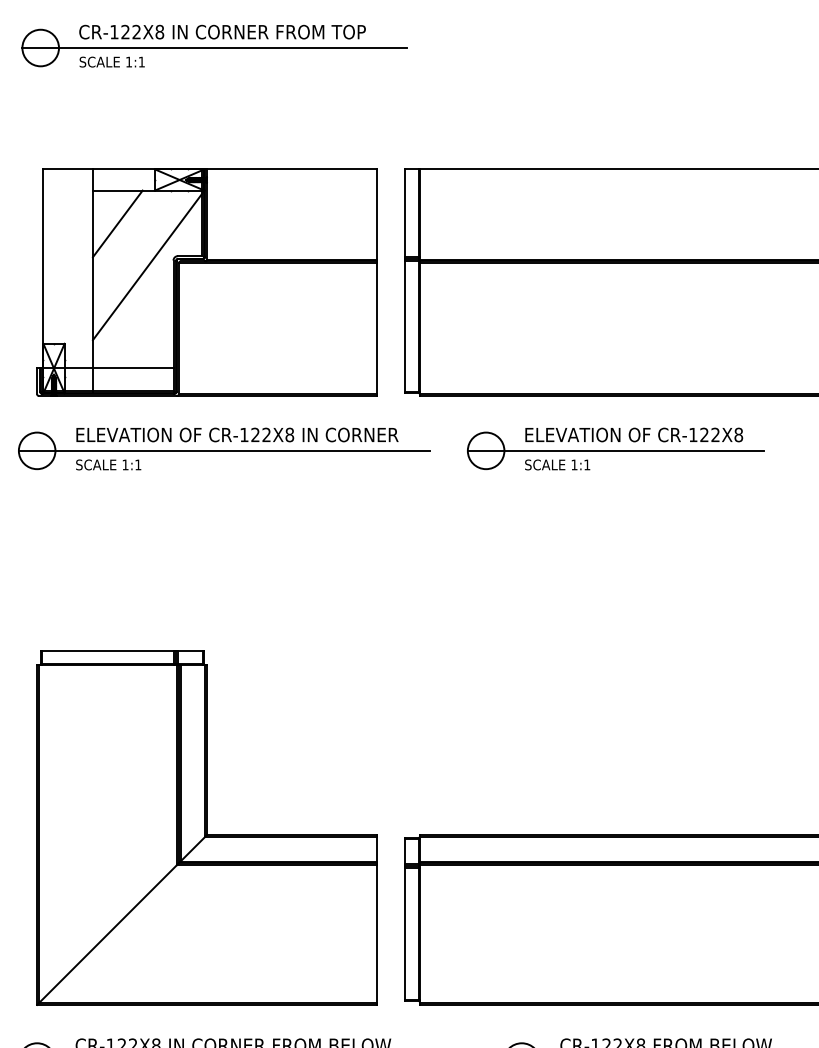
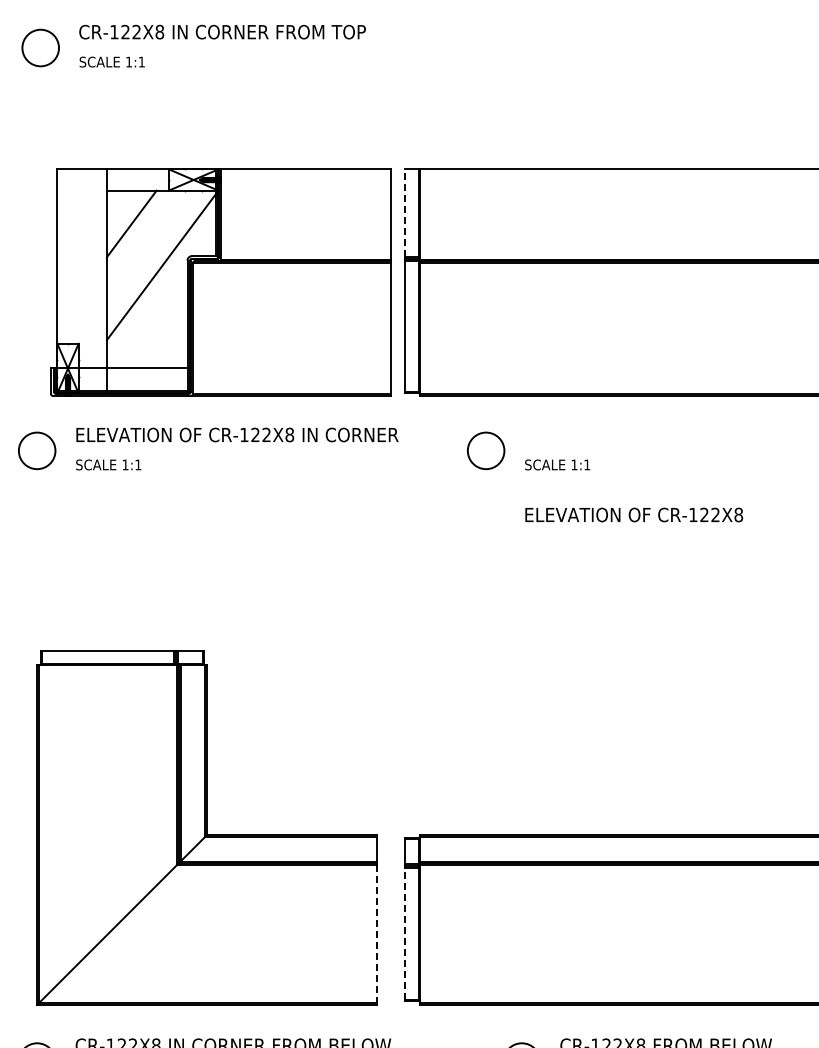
line at (214, 48): present -> none
line at (405, 213): solid -> dashed
part at (206, 282) position: (206, 282) -> (220, 282)
text at (634, 434) position: (634, 434) -> (634, 514)
line at (224, 450): present -> none
line at (615, 450): present -> none
line at (405, 933): solid -> dashed
line at (377, 934): solid -> dashed
